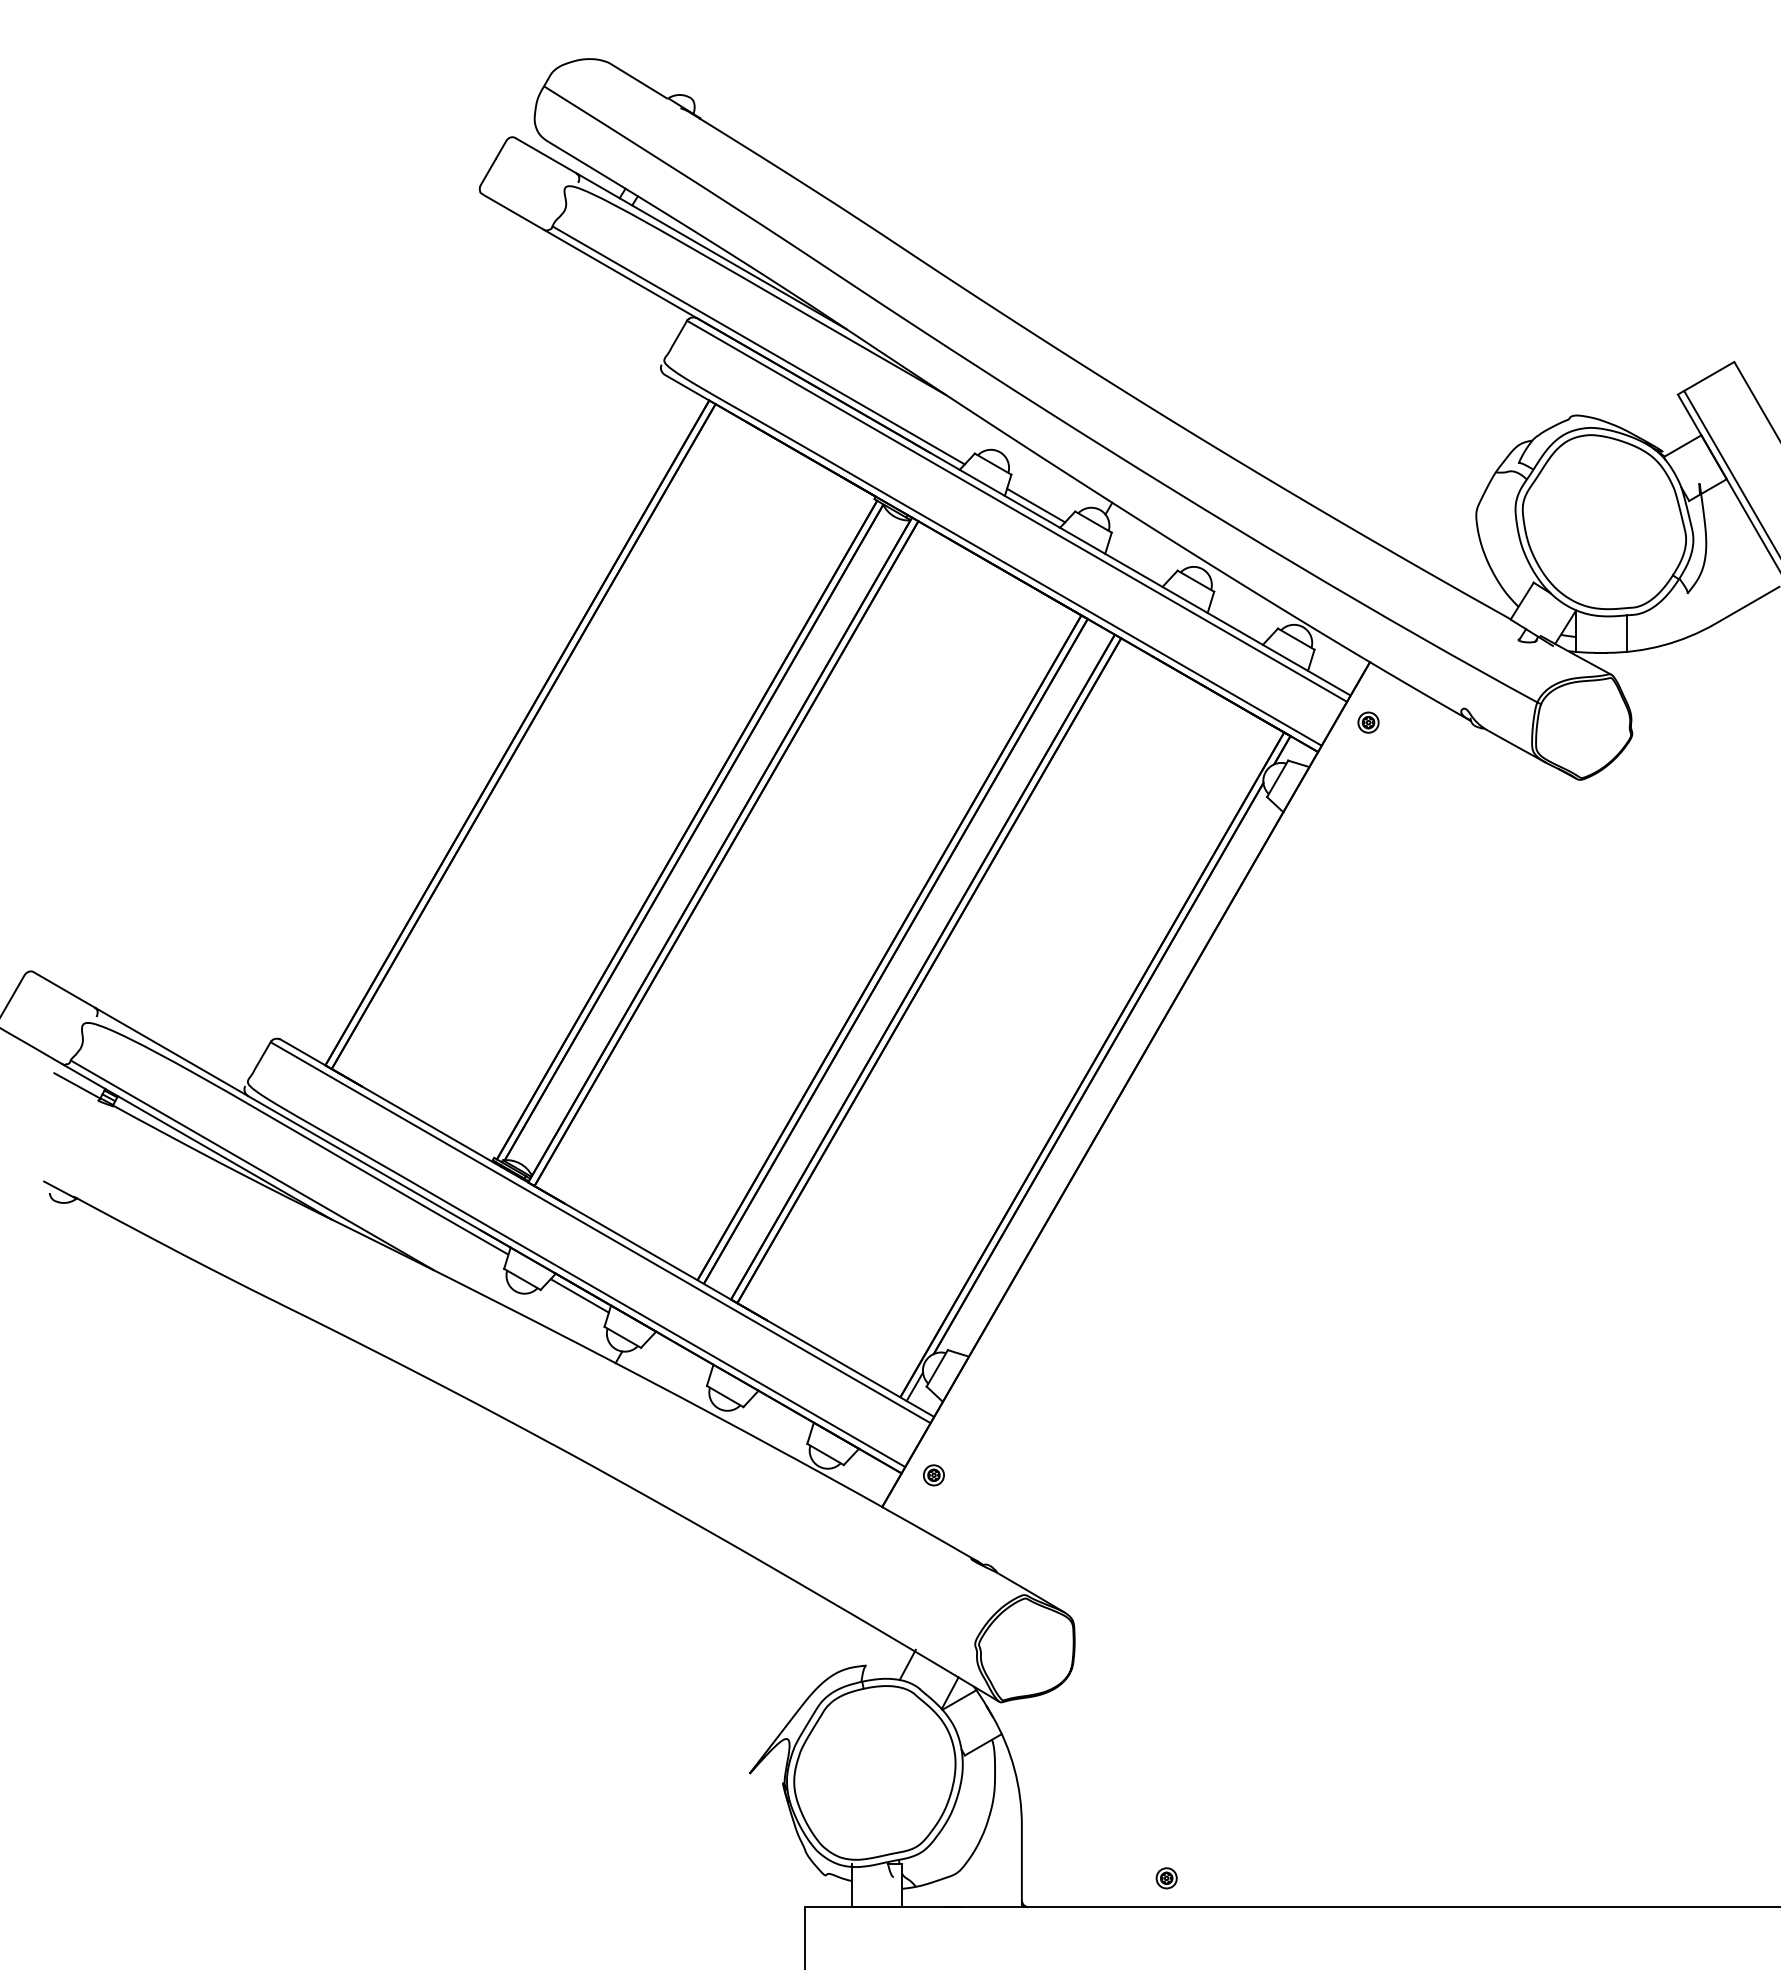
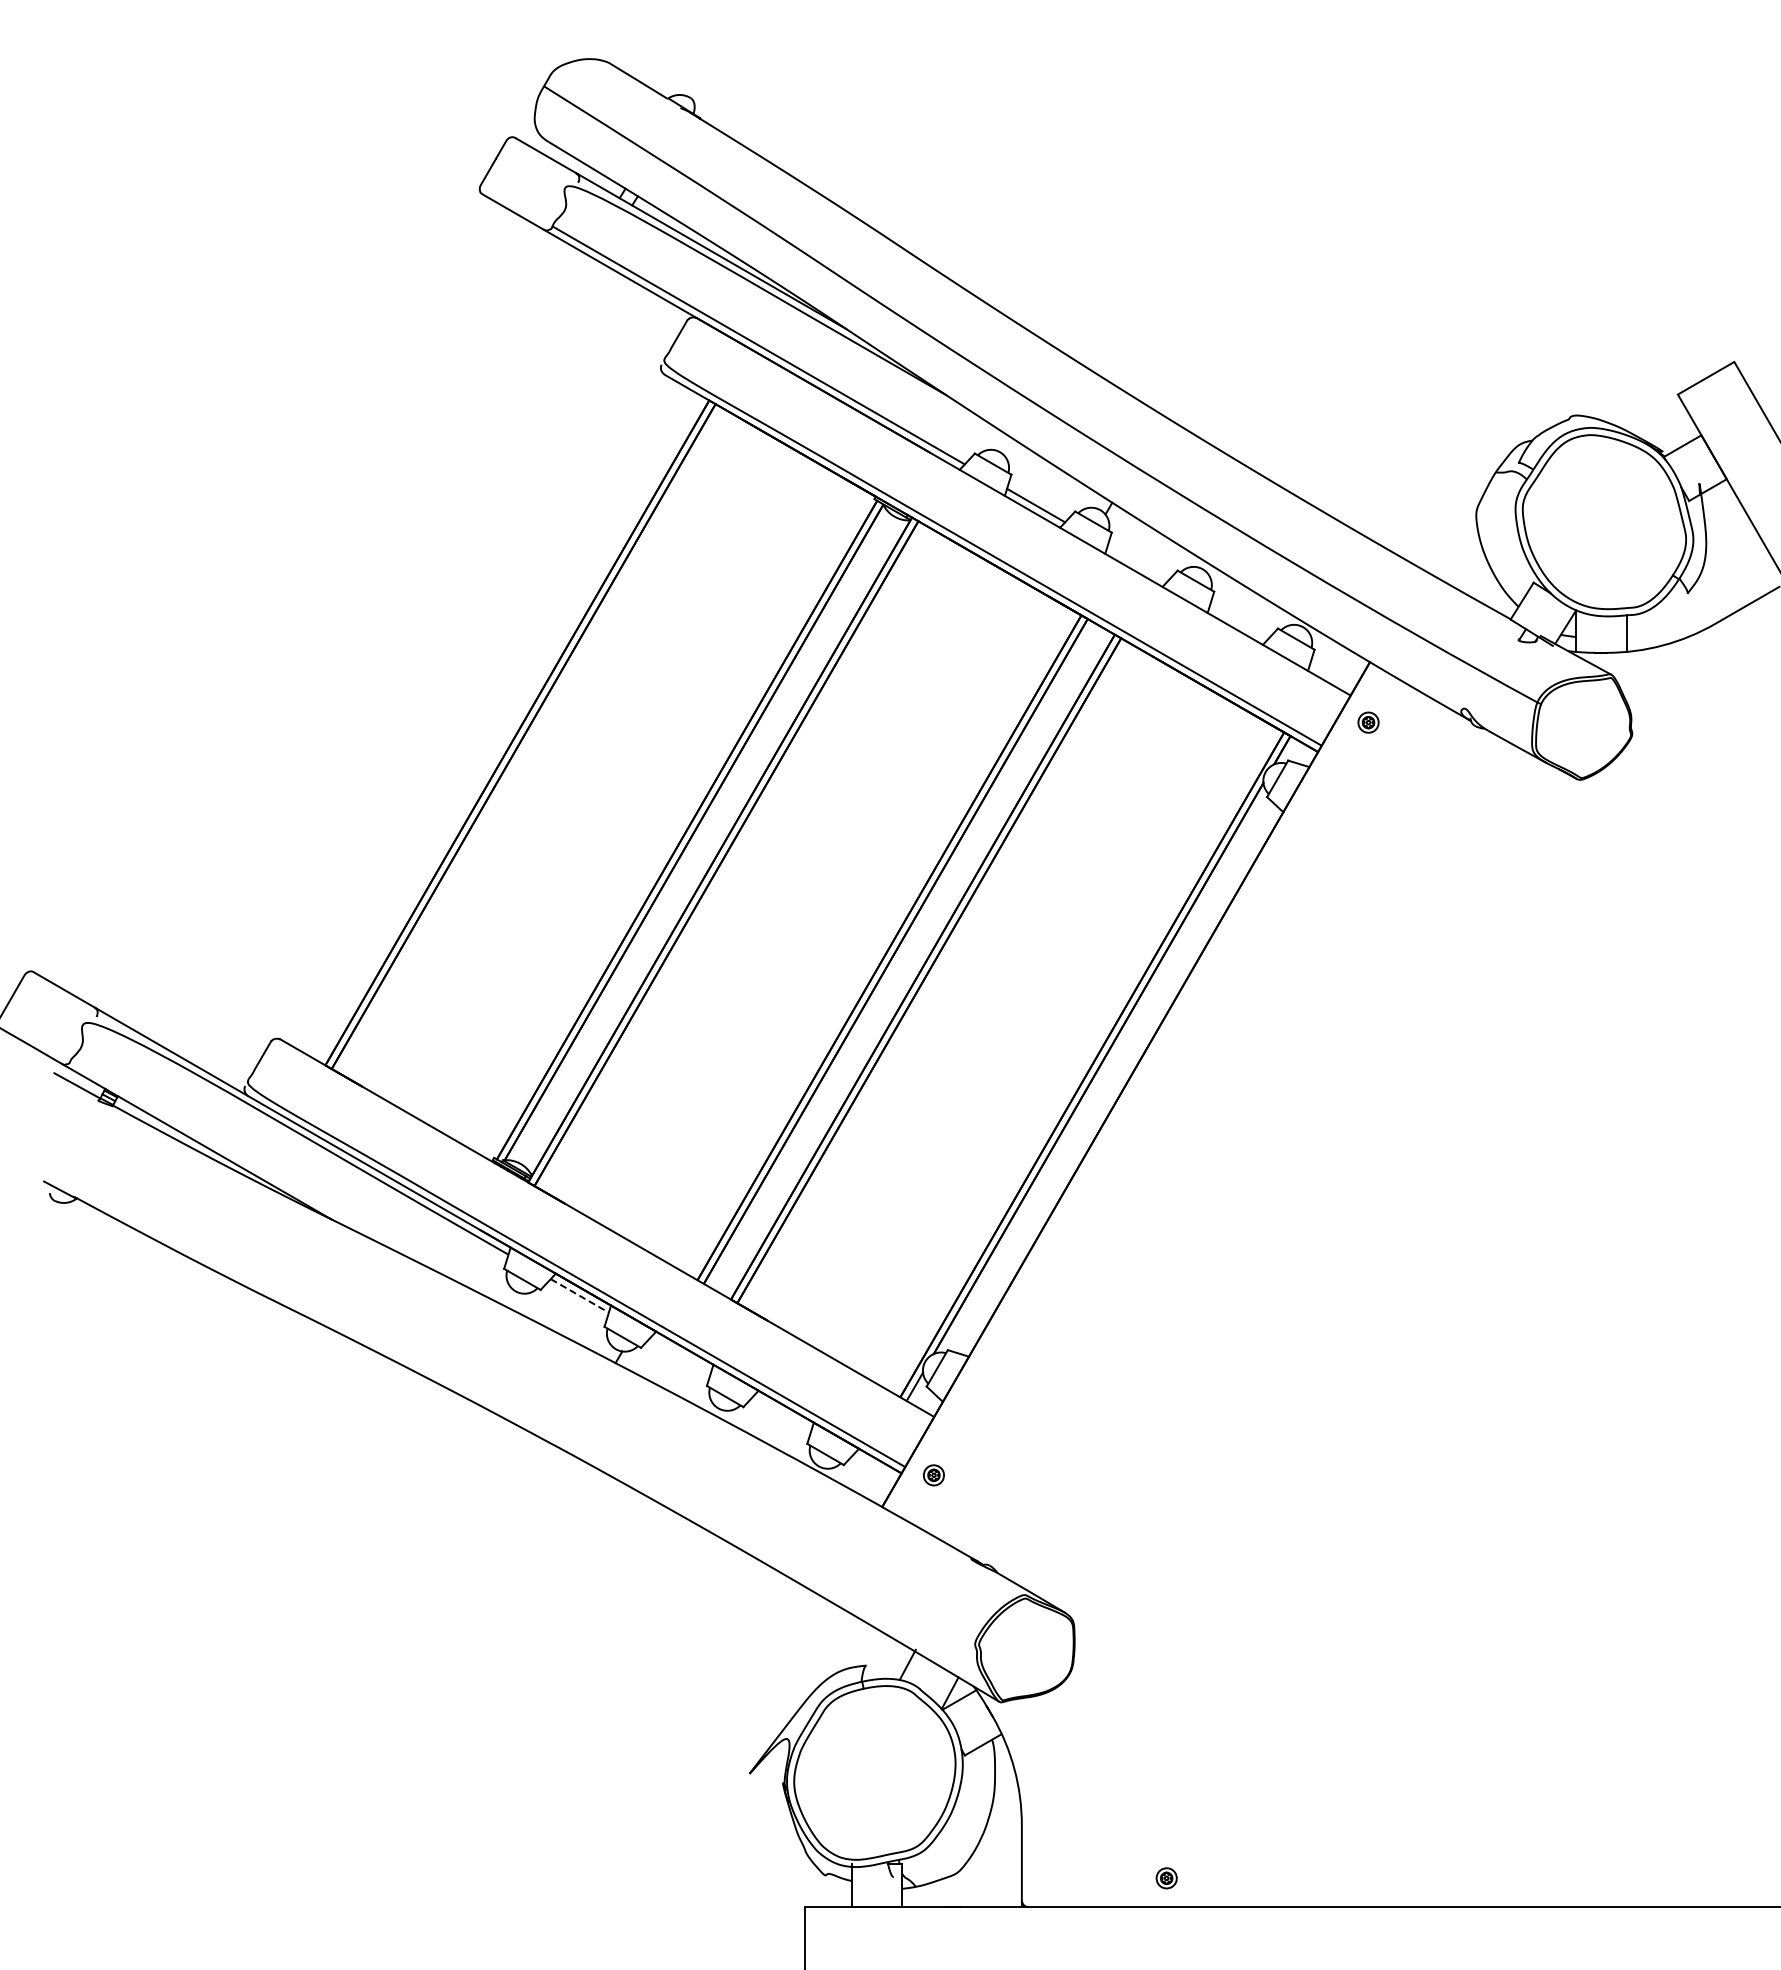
line at (1730, 471): present -> none
line at (1017, 510): present -> none
line at (252, 1164): present -> none
line at (600, 1232): present -> none
line at (579, 1295): solid -> dashed
